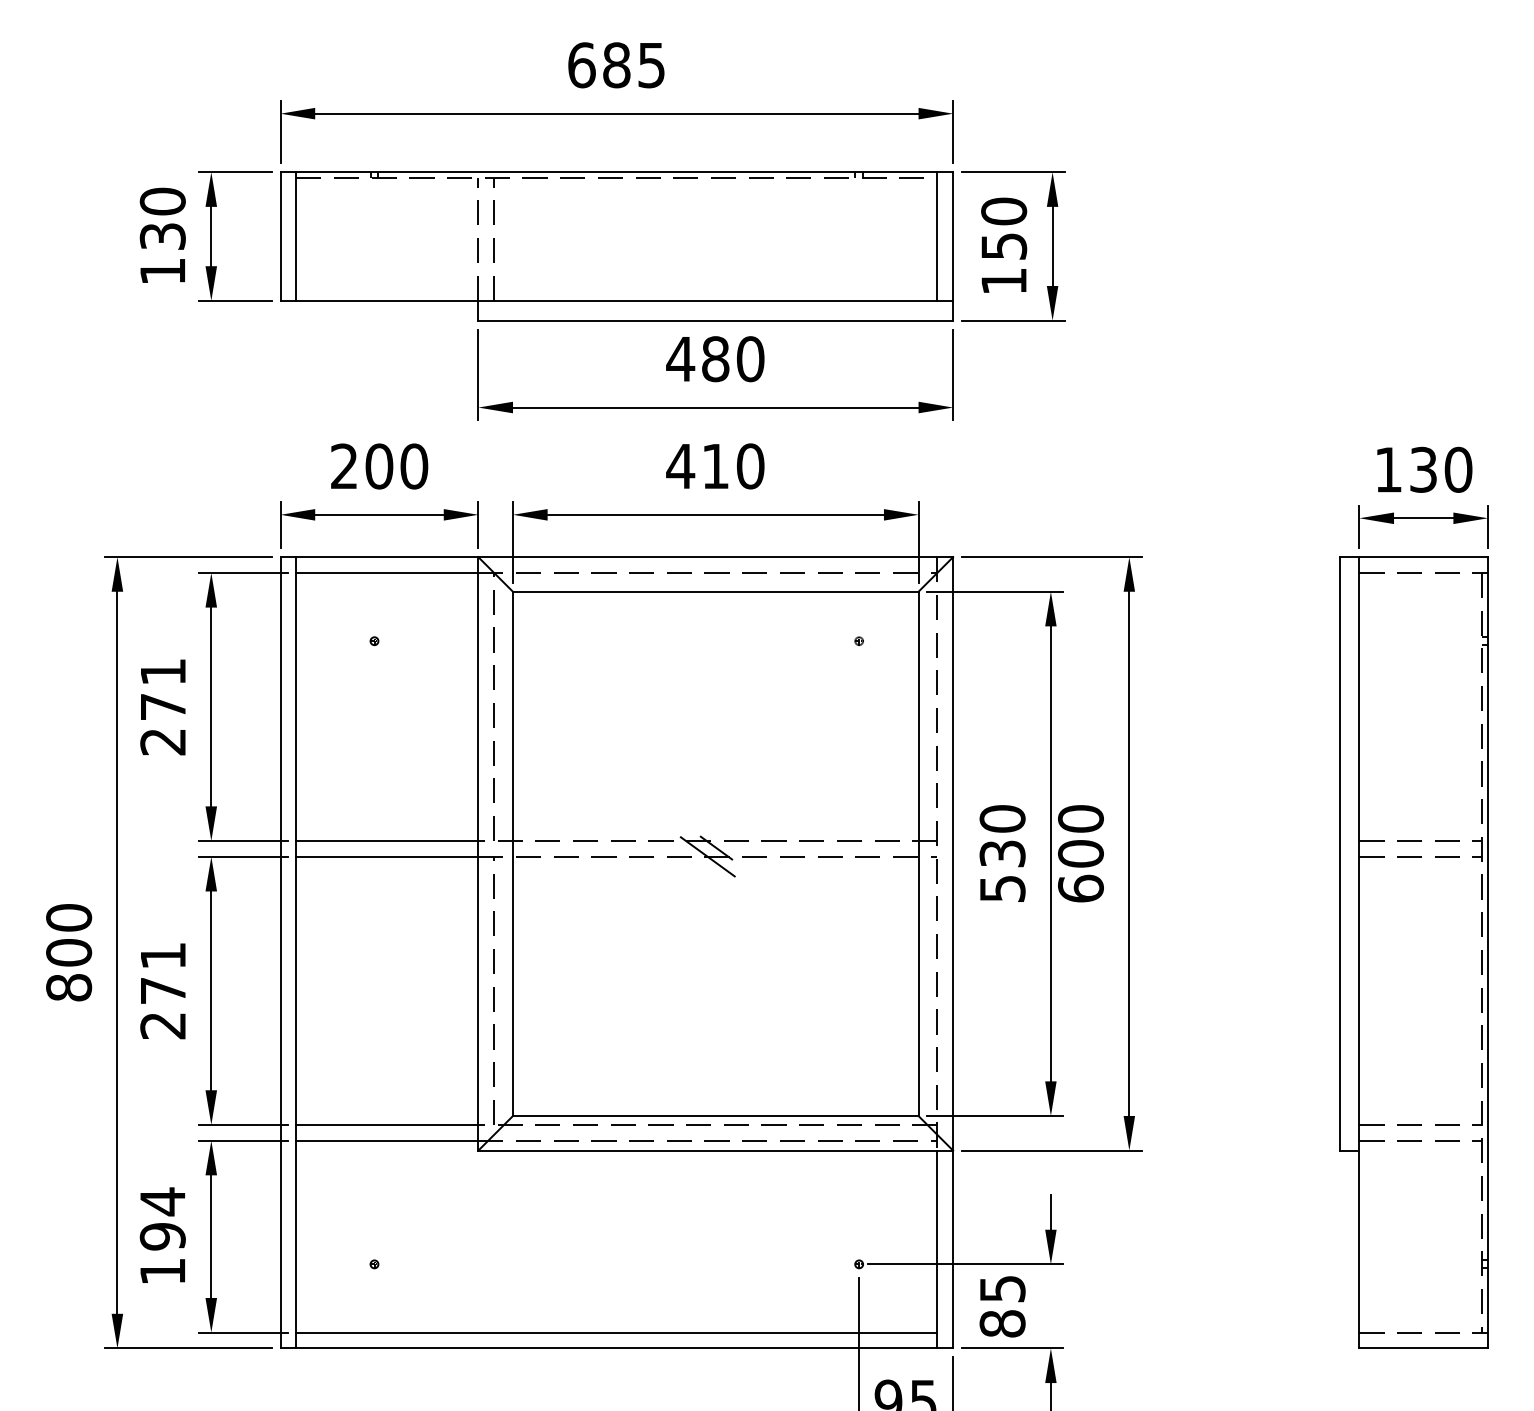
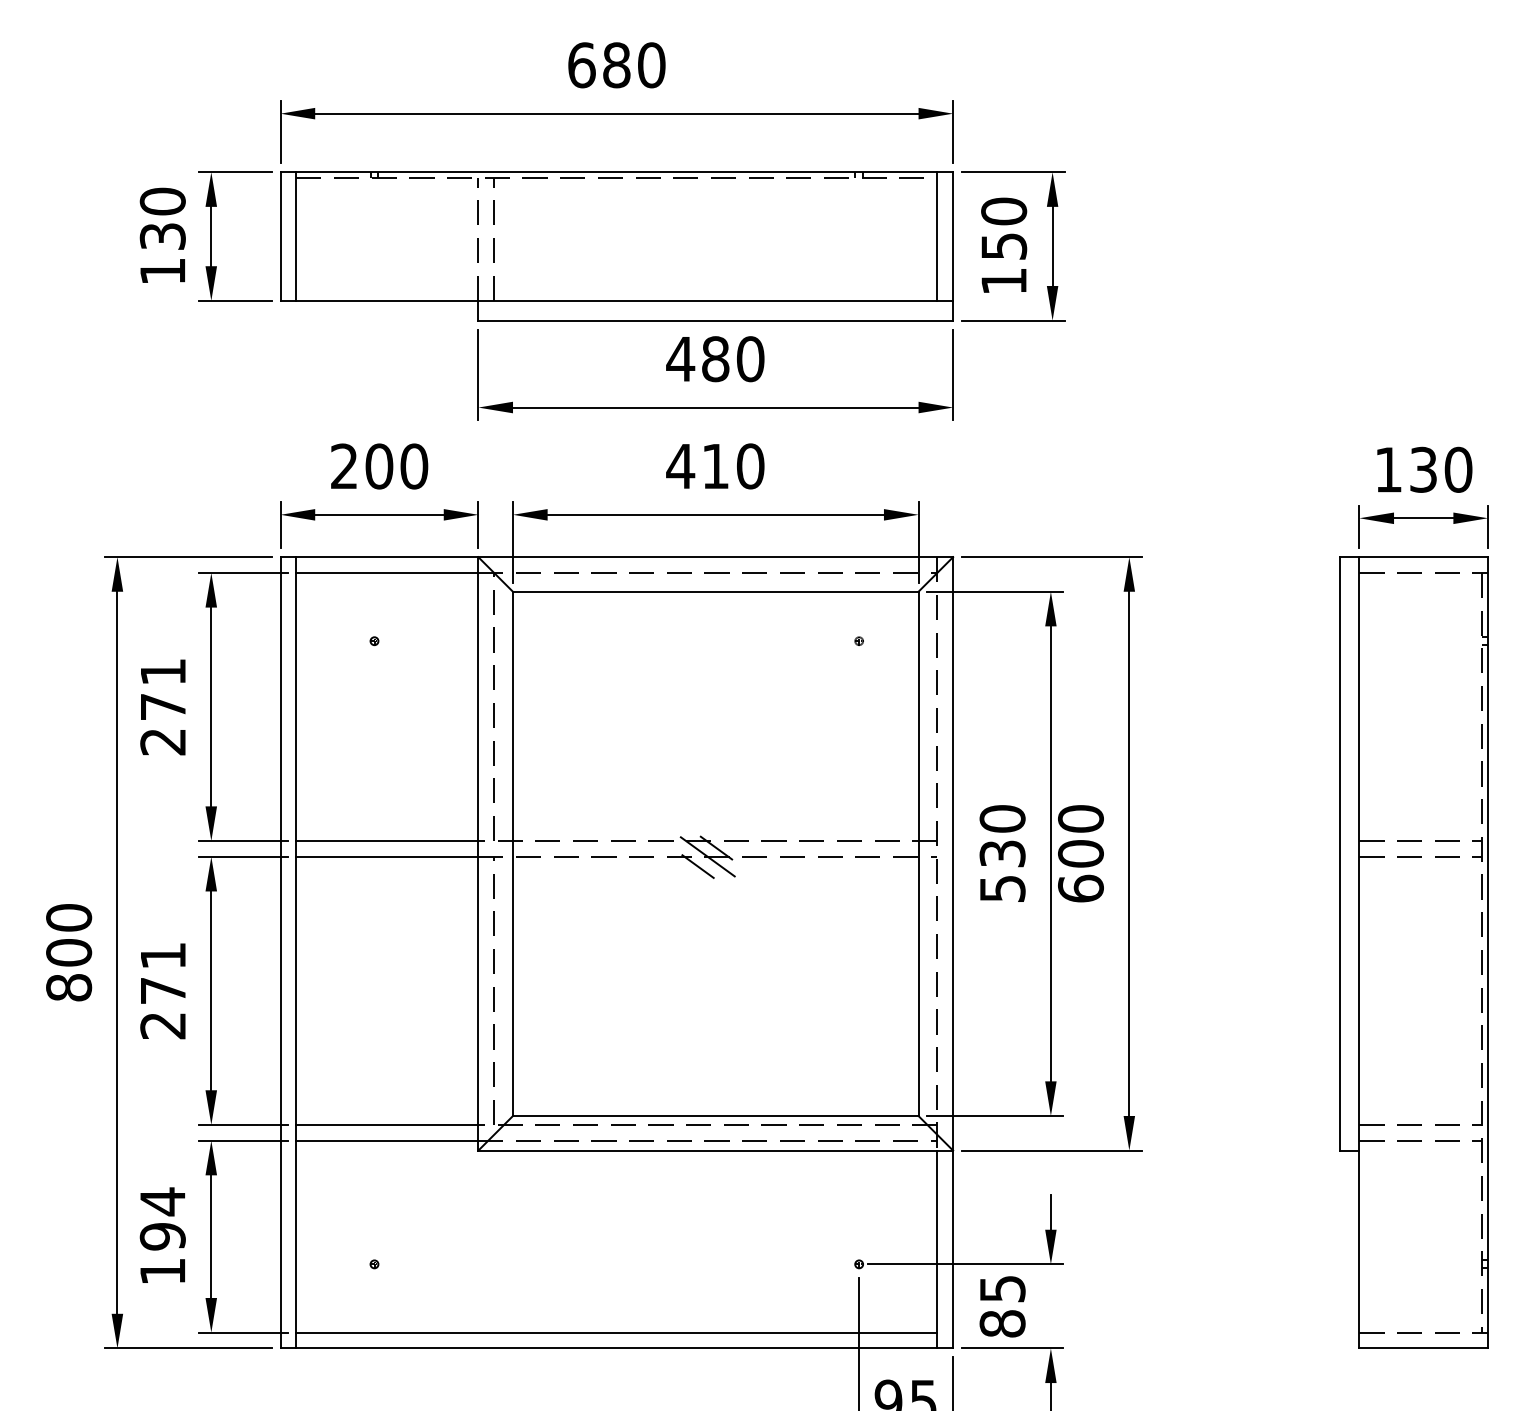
text at (651, 65): 685 -> 680
line at (697, 866): none -> present
